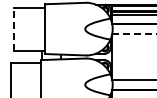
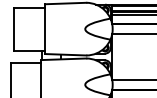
line at (13, 29): dashed -> solid
line at (134, 34): dashed -> solid
